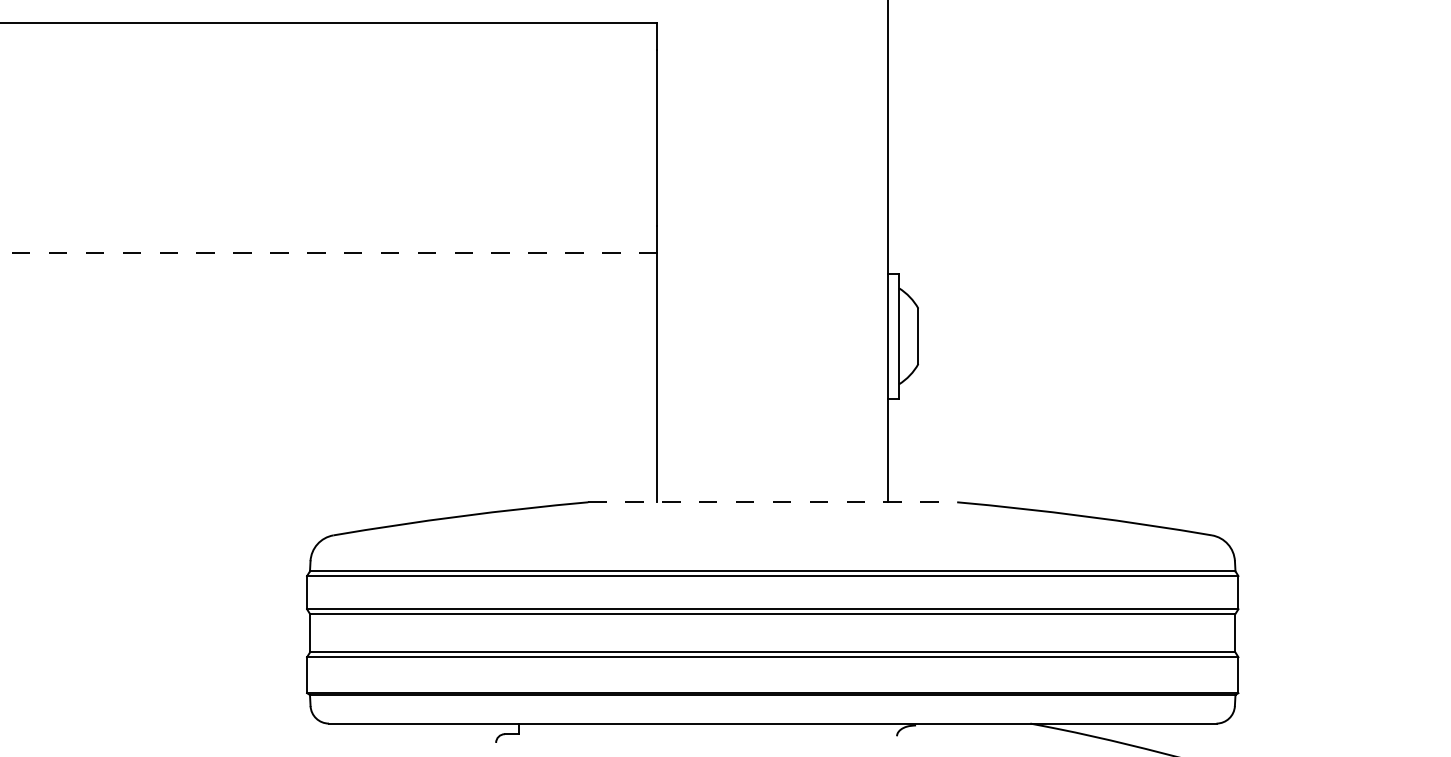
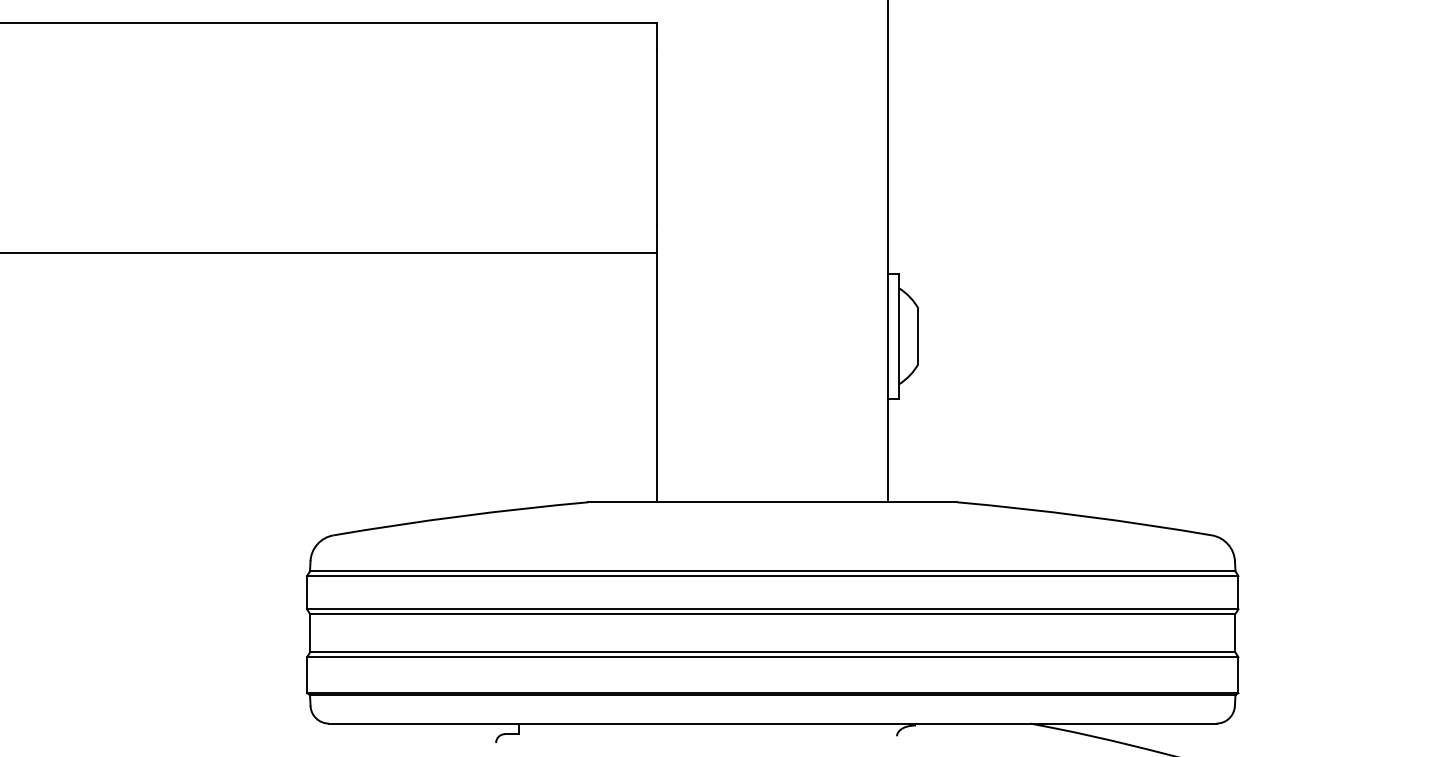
line at (328, 253): dashed -> solid
line at (773, 502): dashed -> solid
